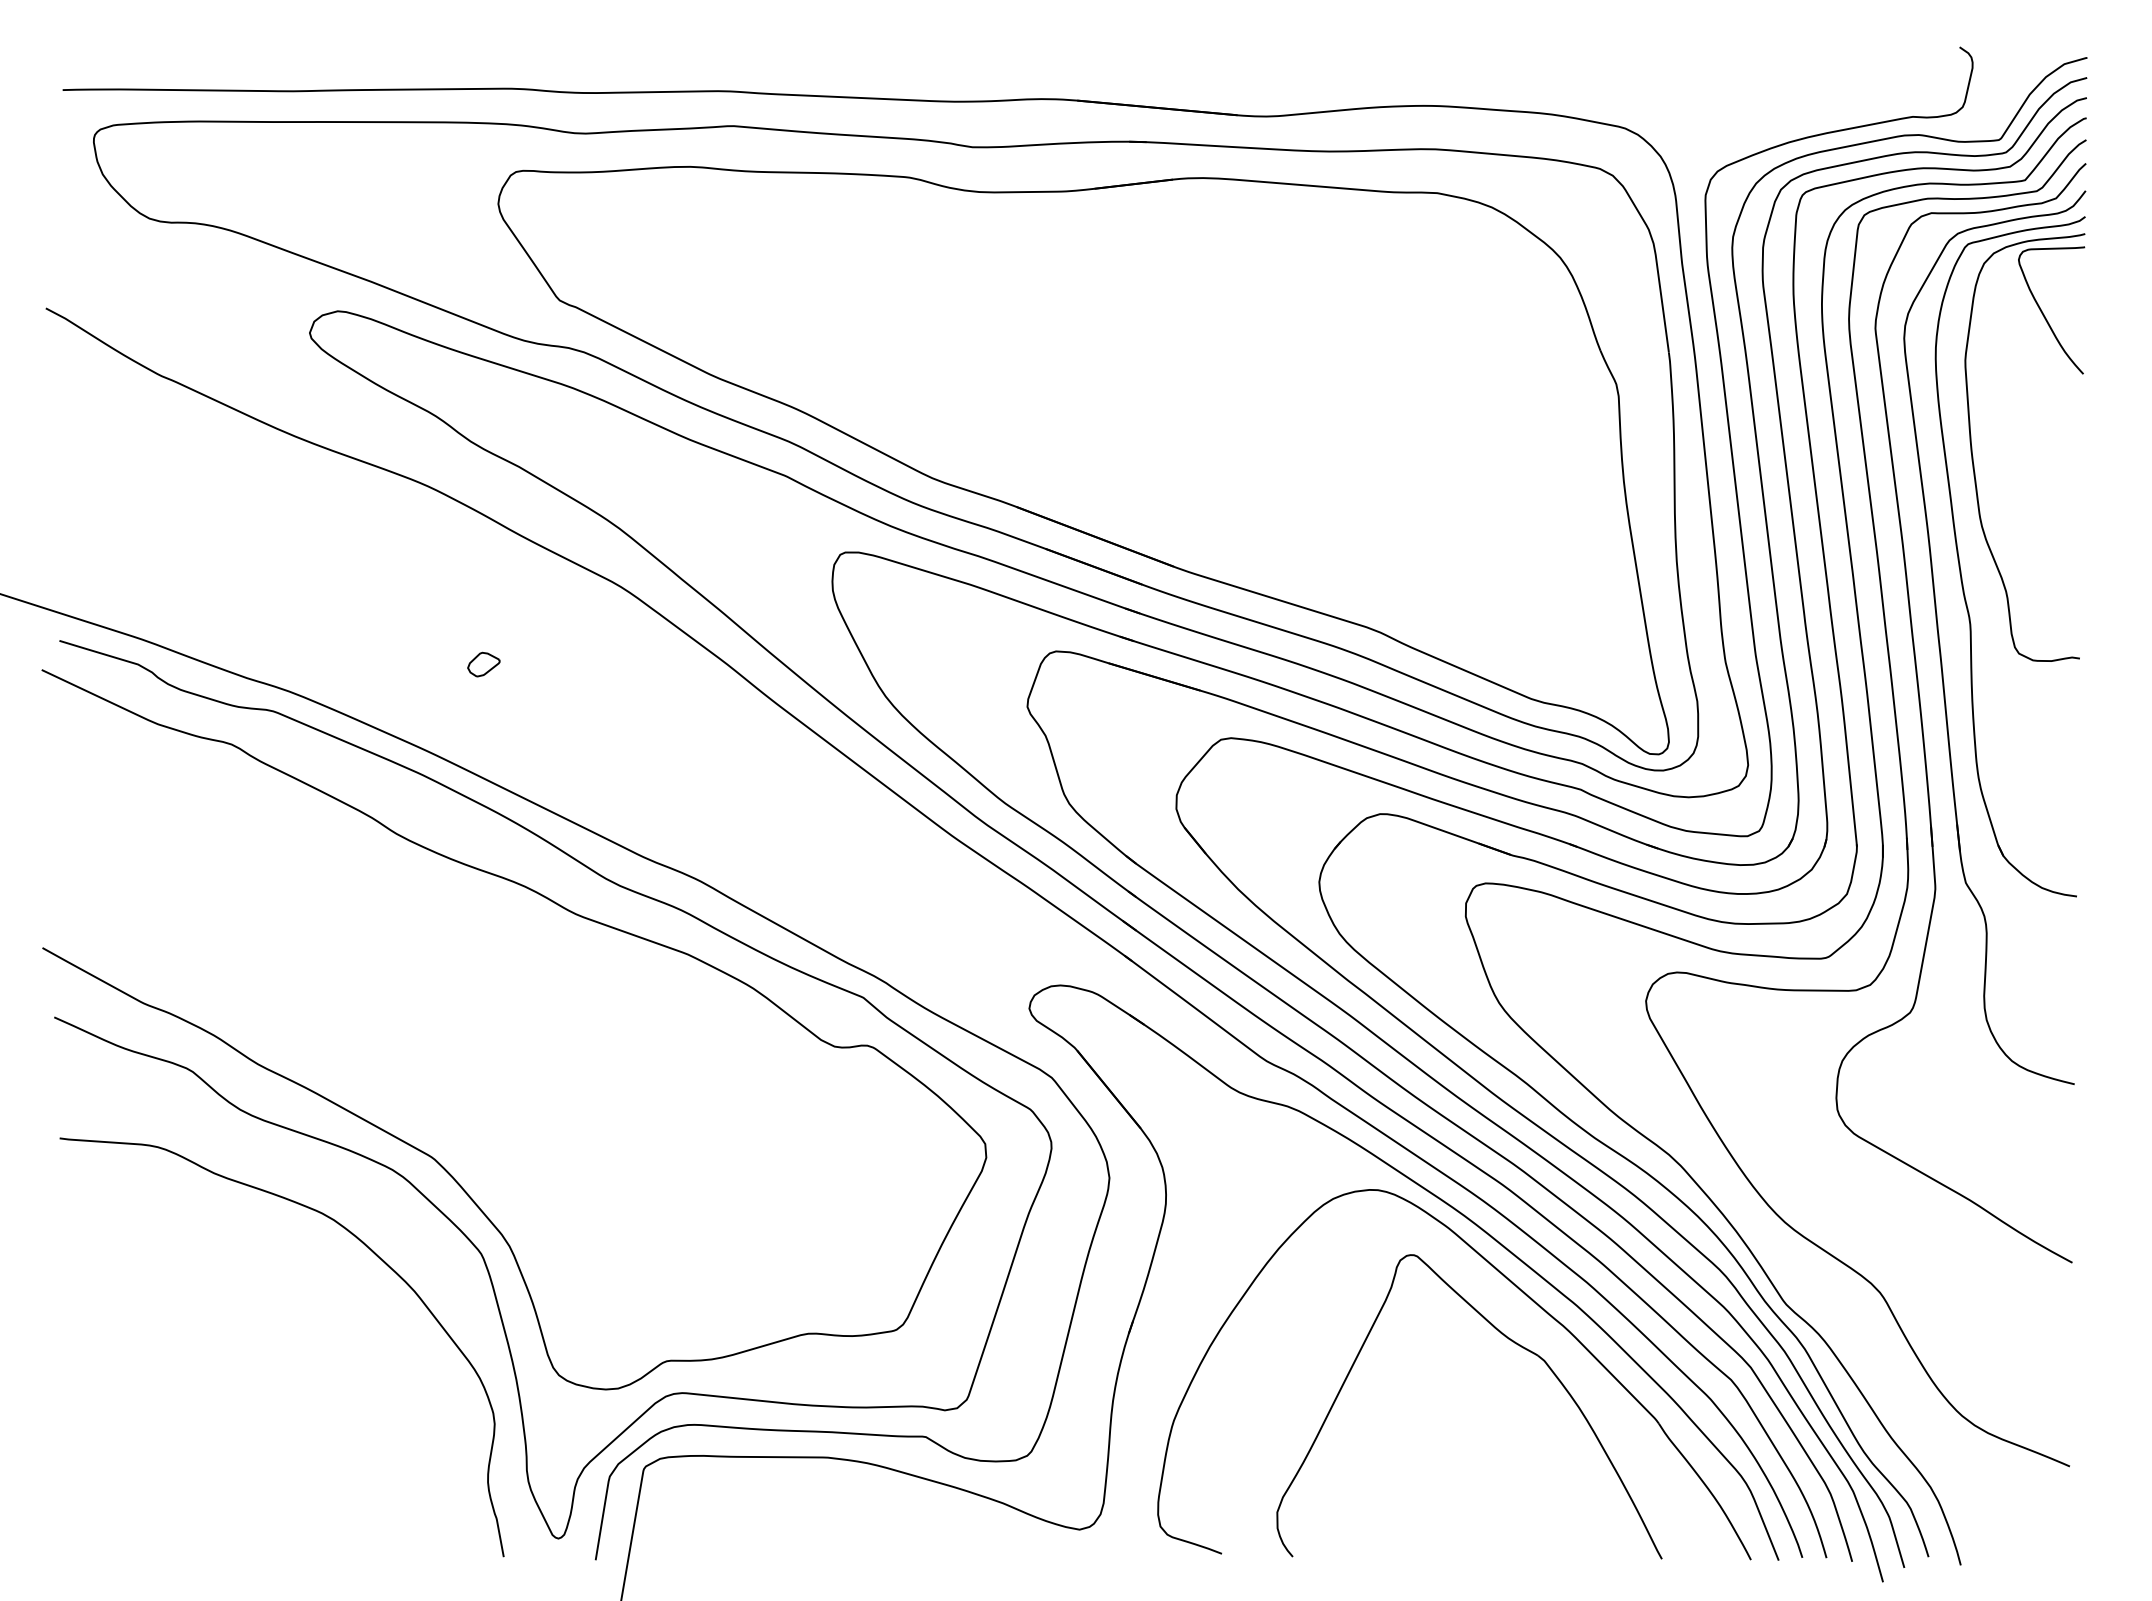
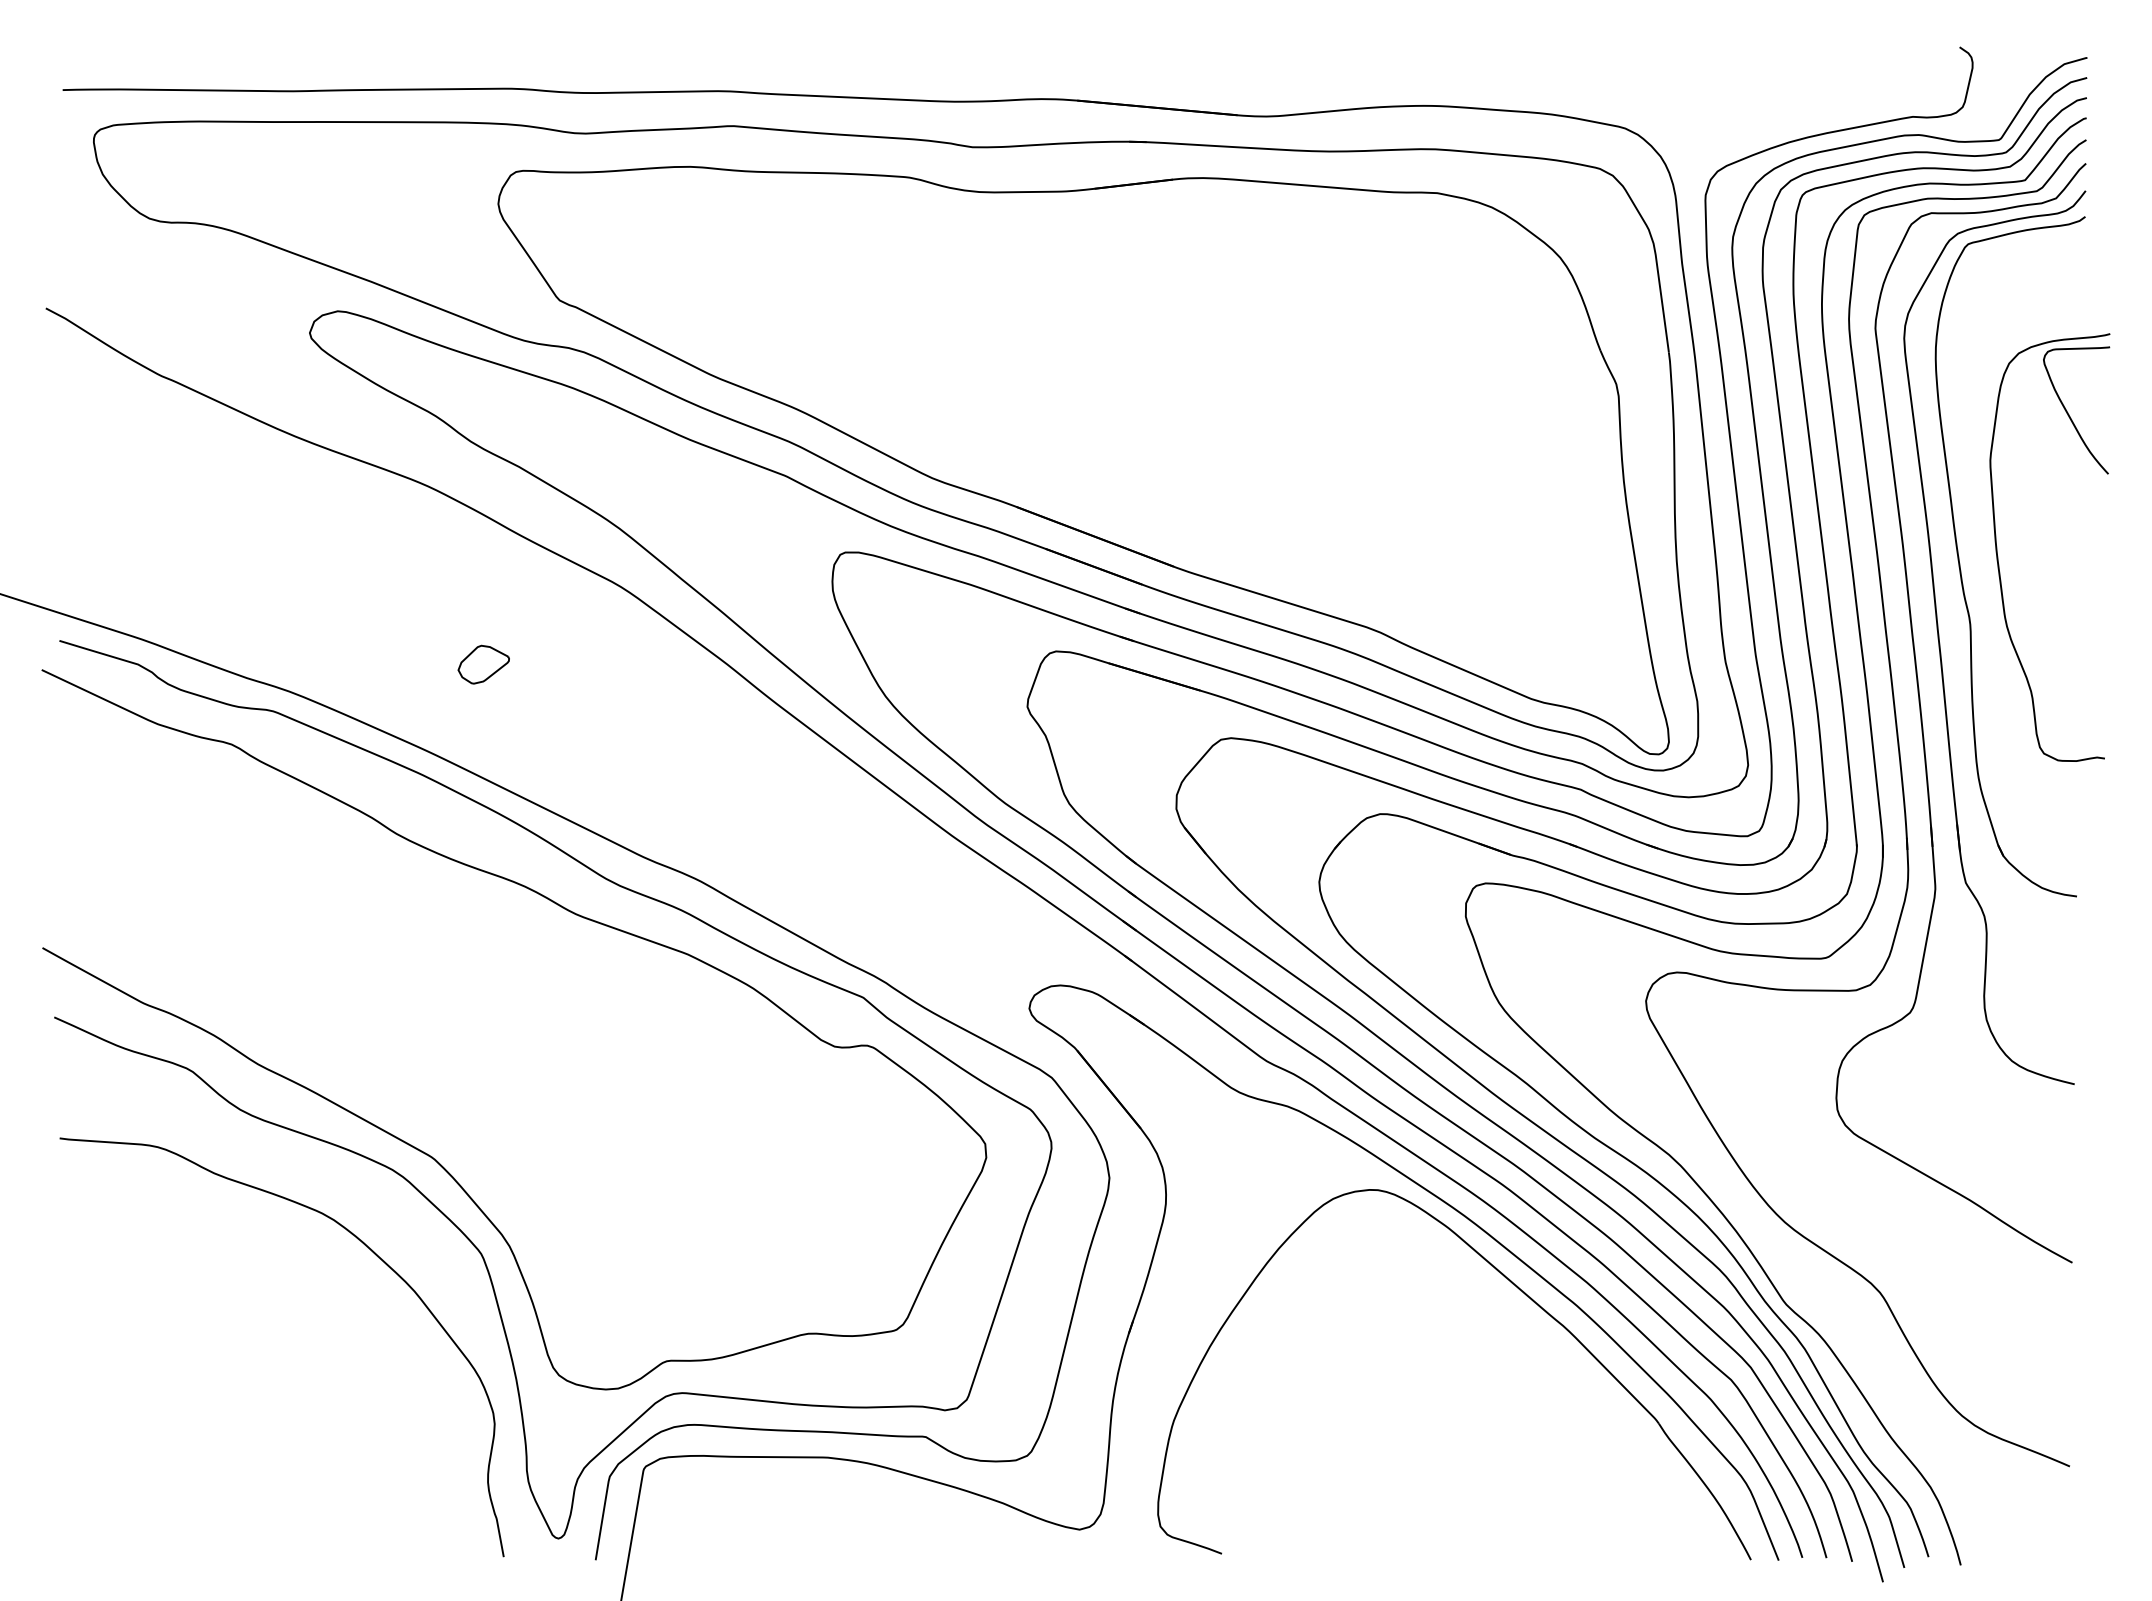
part at (1973, 456) position: (1973, 456) -> (1998, 556)
part at (483, 664) size: 34x27 px -> 53x41 px
part at (1509, 1340): present -> none
